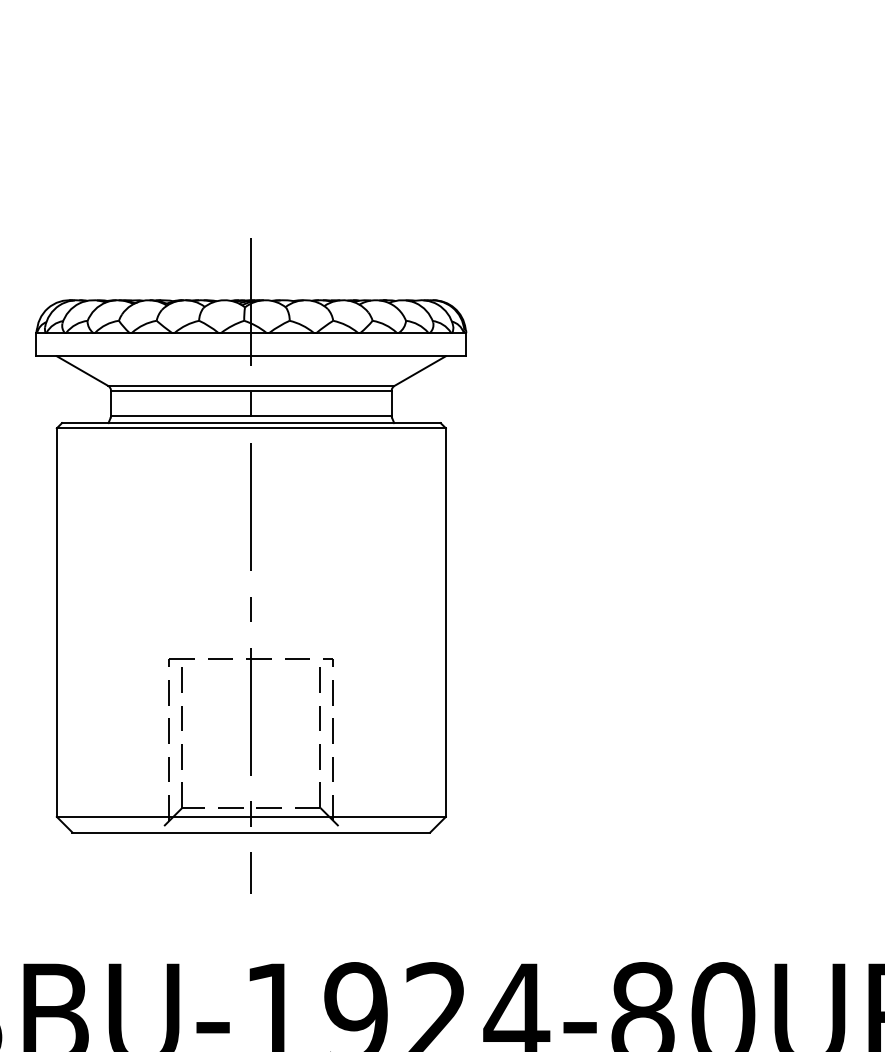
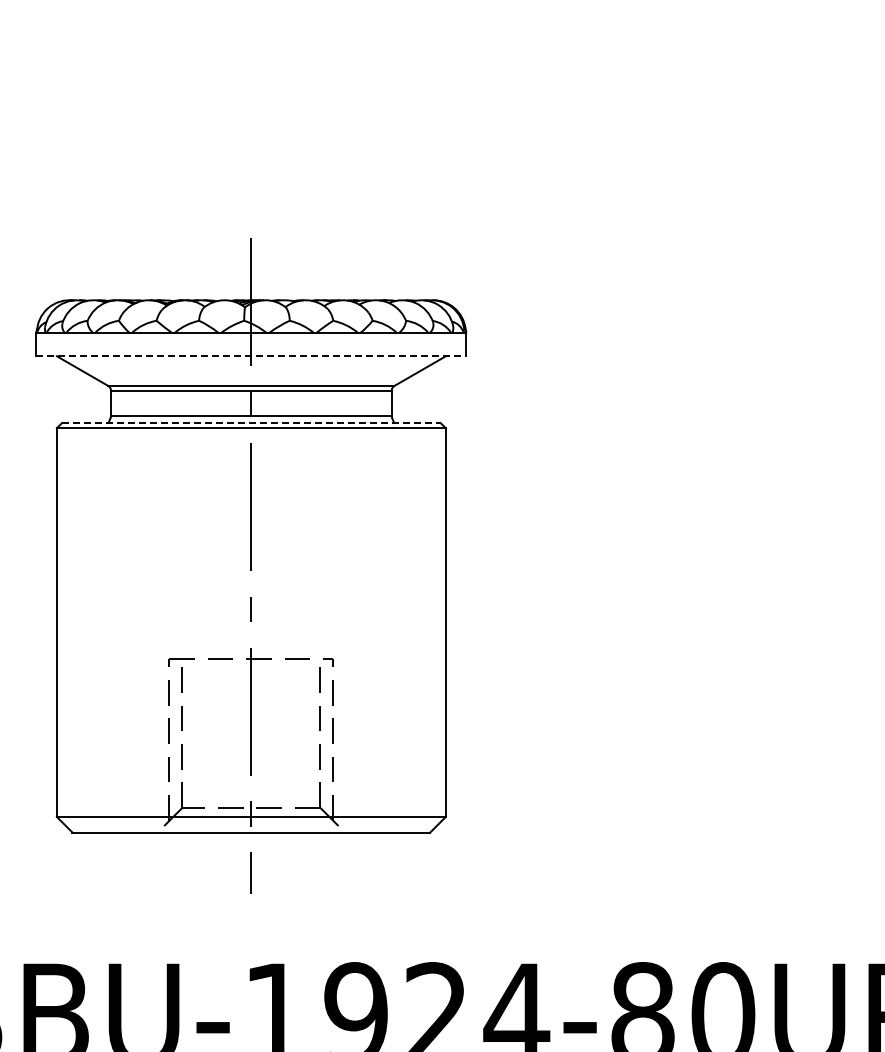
line at (251, 356): solid -> dashed
line at (251, 423): solid -> dashed
